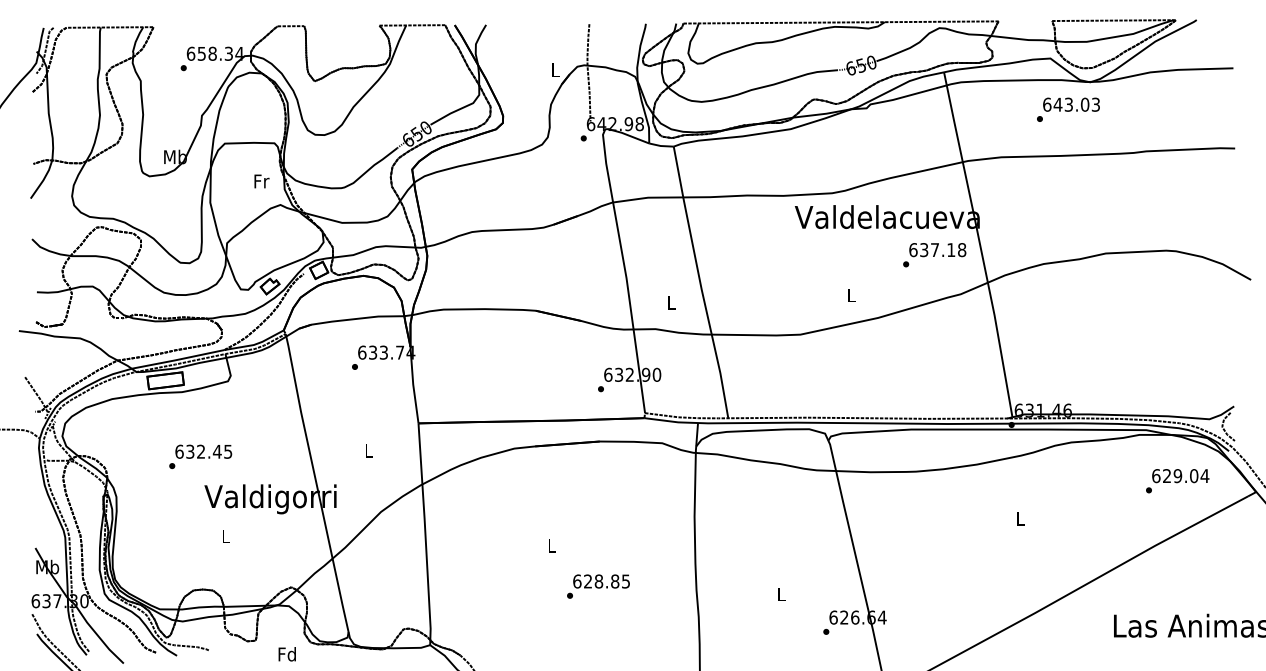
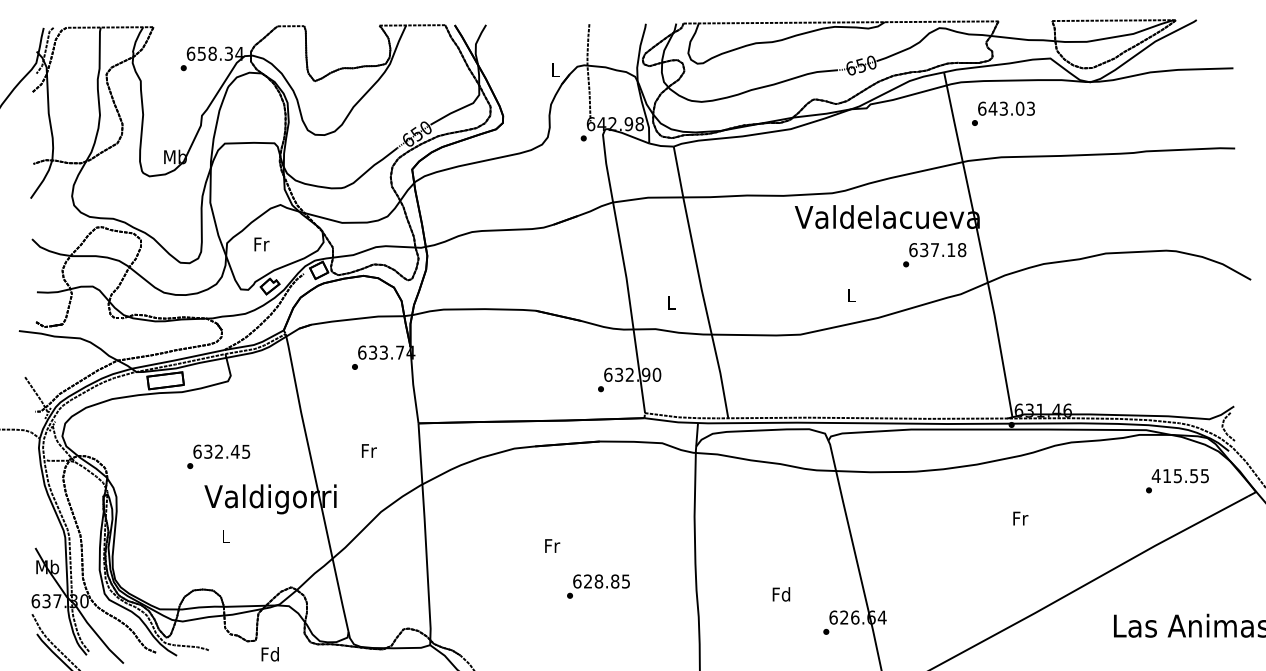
text at (1068, 109) position: (1068, 109) -> (1003, 113)
text at (261, 181) position: (261, 181) -> (261, 244)
text at (368, 450): L -> Fr
text at (200, 456) position: (200, 456) -> (218, 456)
text at (1180, 476): 629.04 -> 415.55
text at (1020, 518): L -> Fr
text at (552, 545): L -> Fr
text at (781, 594): L -> Fd
text at (286, 654) position: (286, 654) -> (269, 654)
